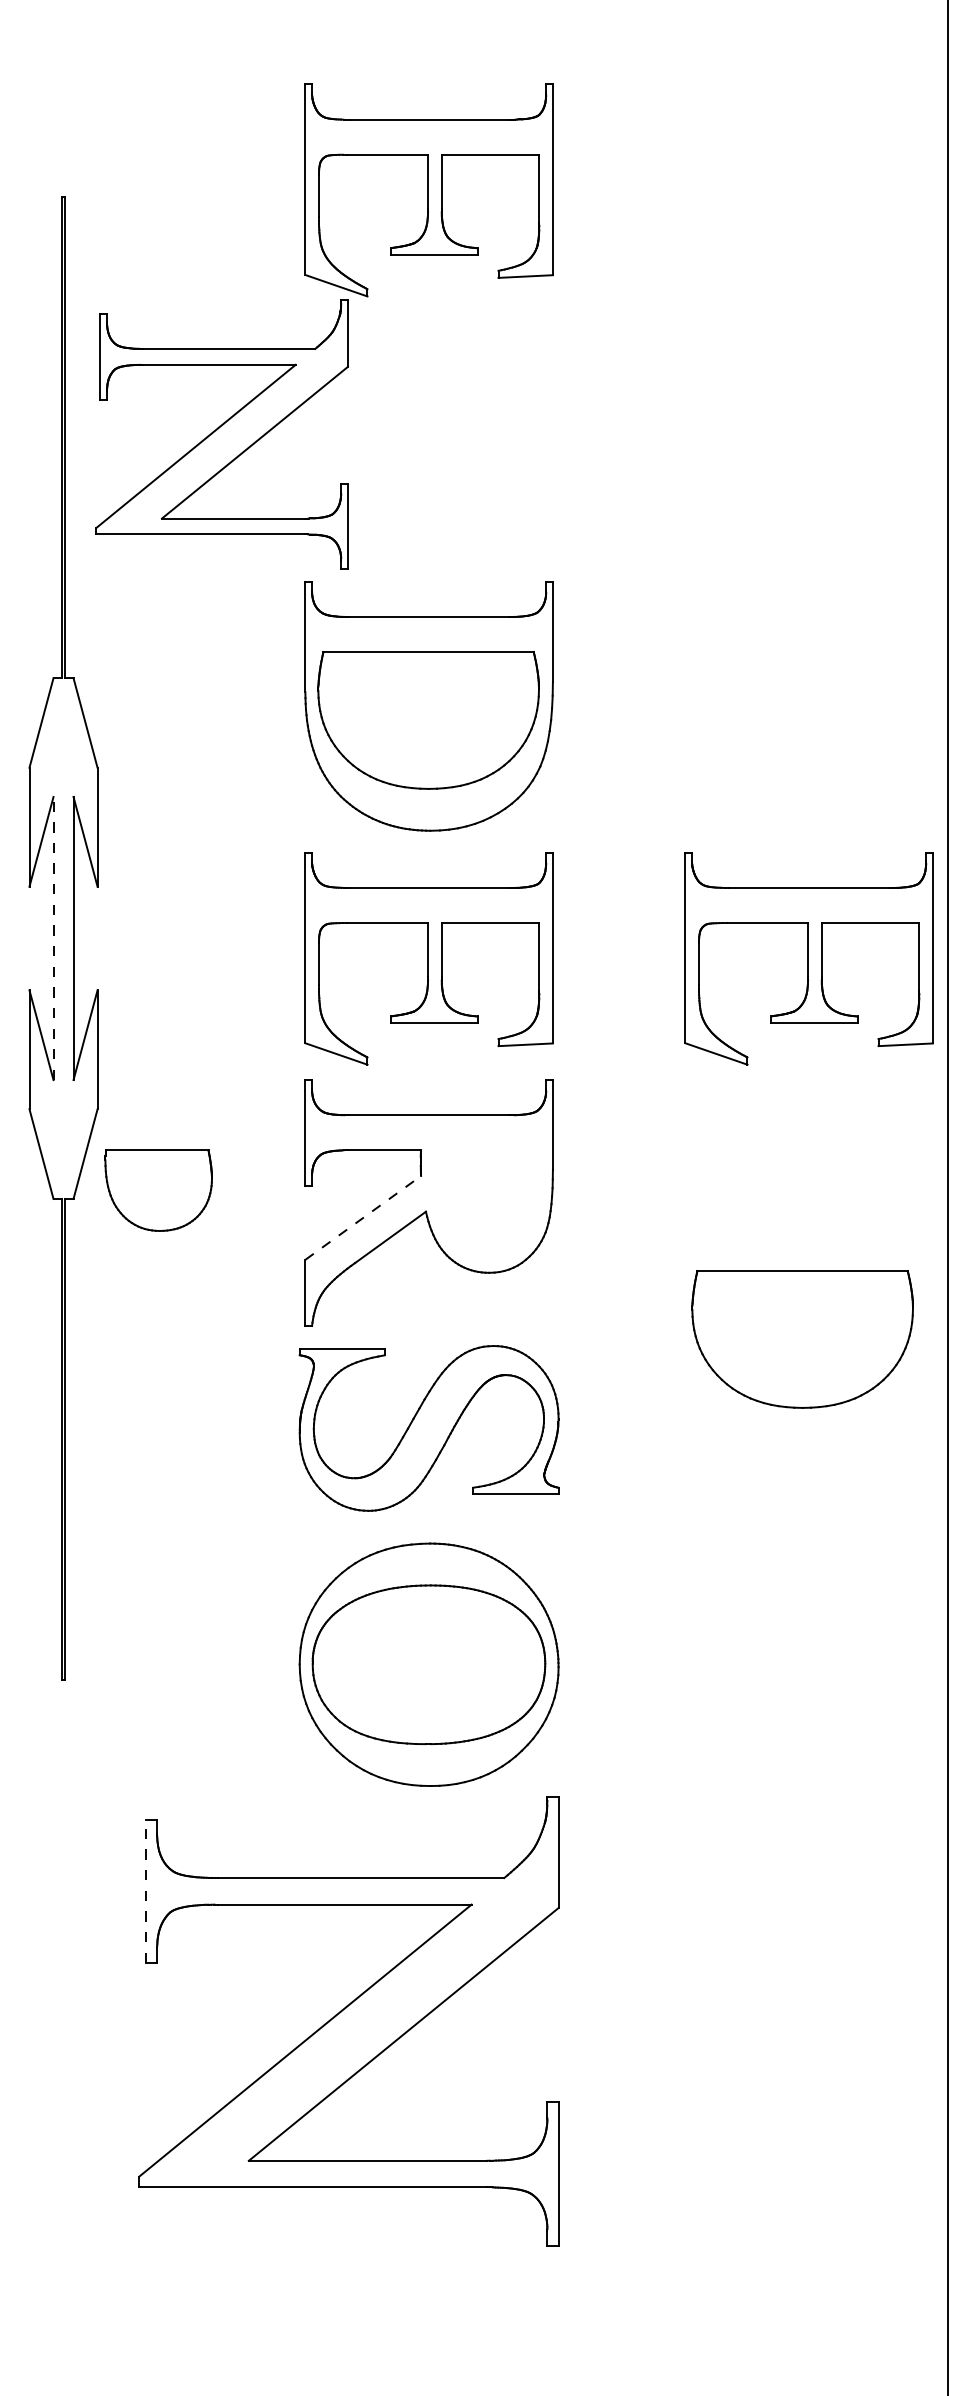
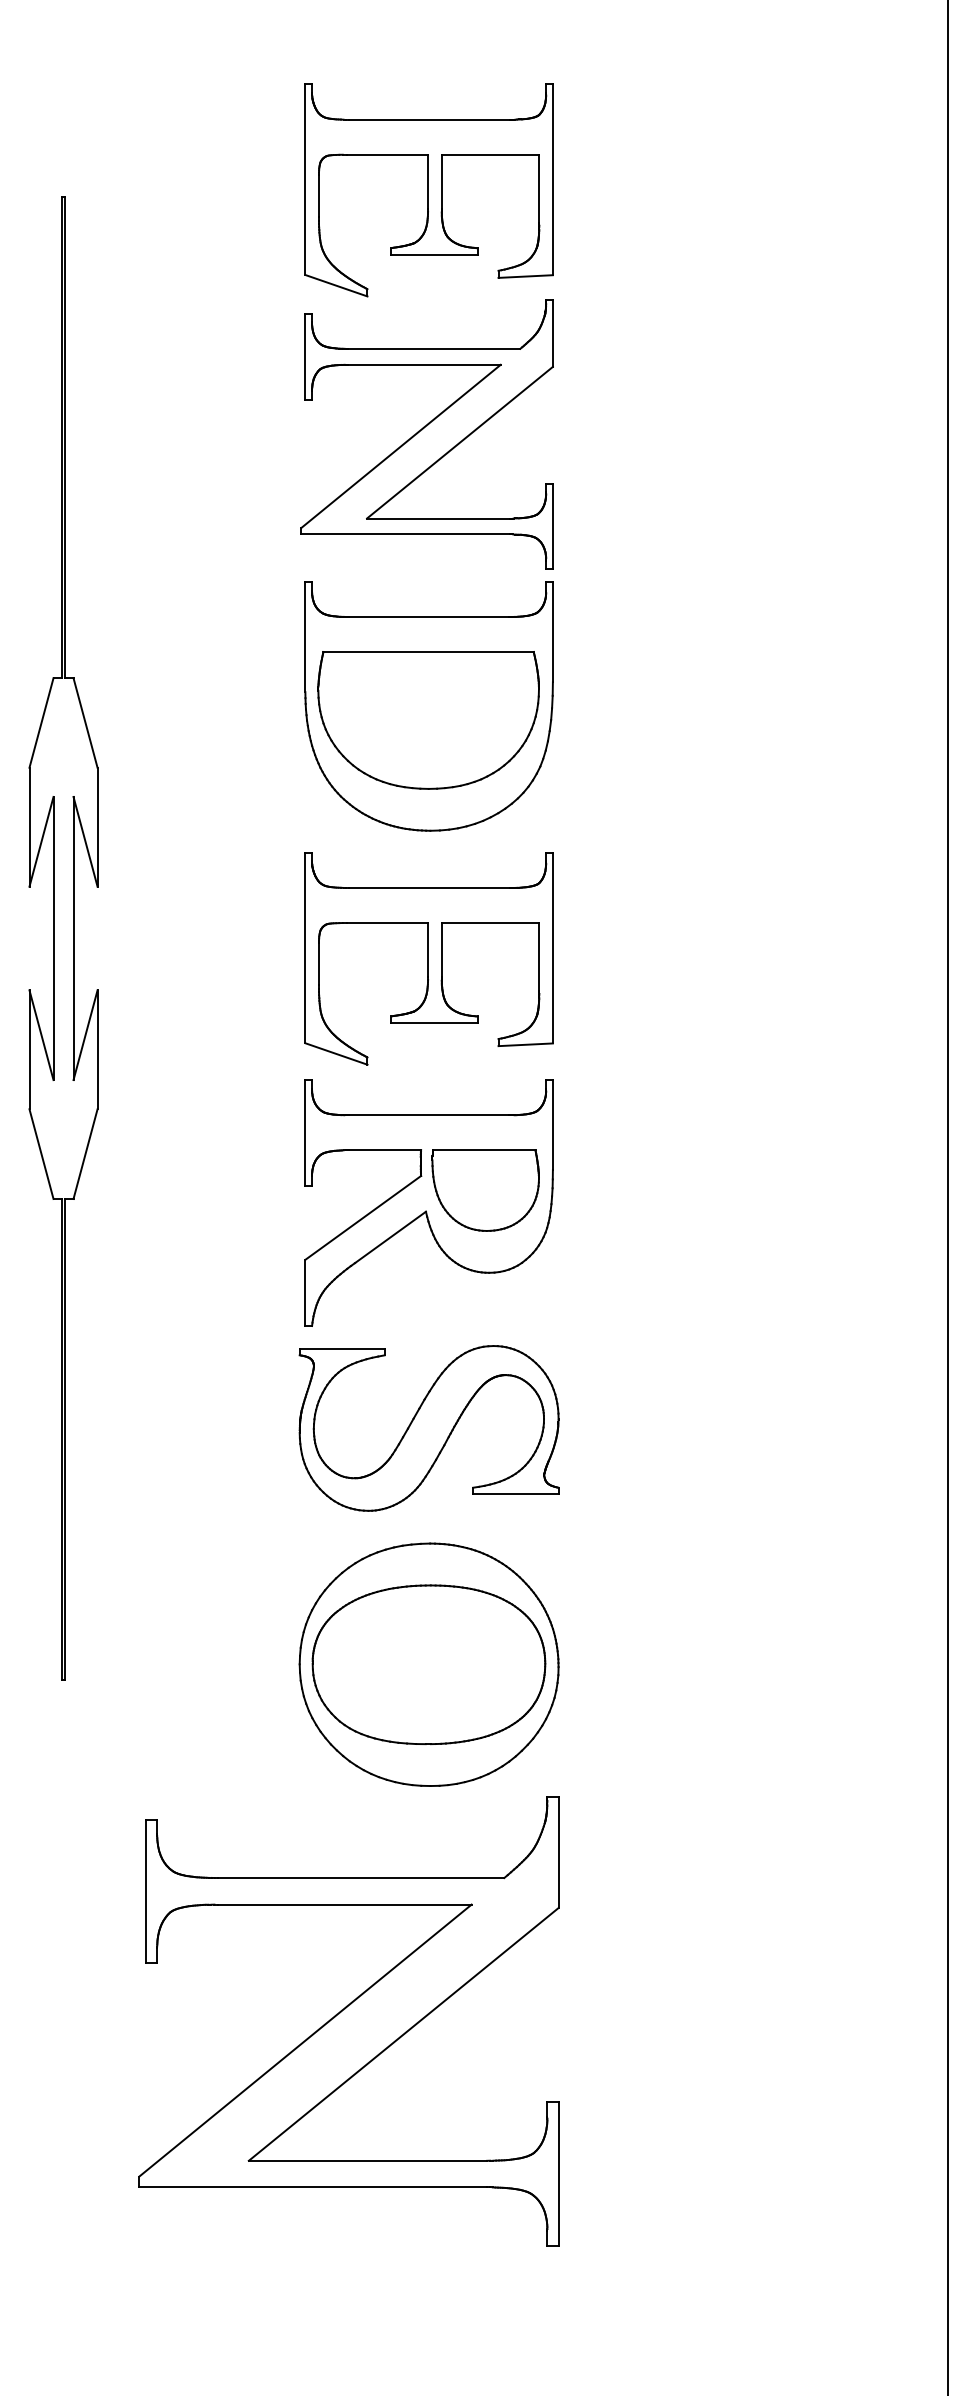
part at (221, 434) position: (221, 434) -> (426, 434)
line at (53, 938): dashed -> solid
part at (808, 958): present -> none
part at (158, 1190) position: (158, 1190) -> (485, 1190)
line at (363, 1217): dashed -> solid
part at (802, 1339): present -> none
line at (146, 1891): dashed -> solid
